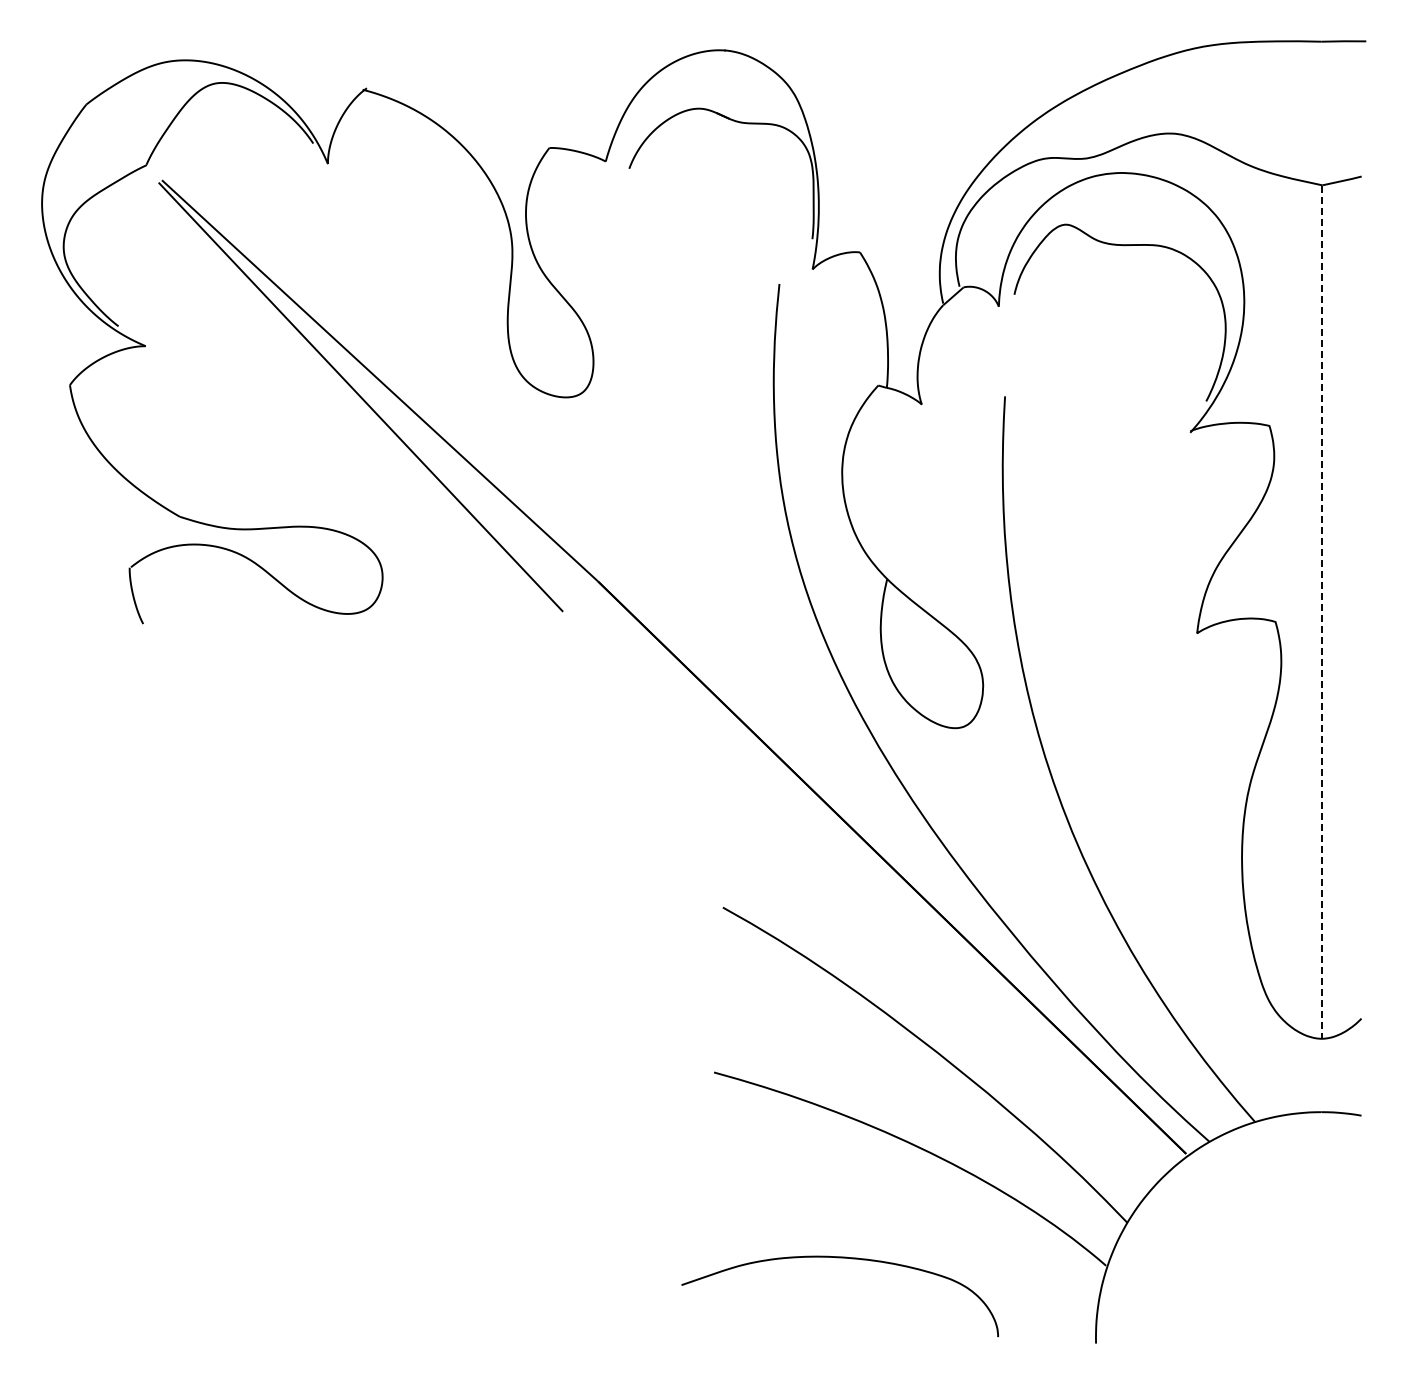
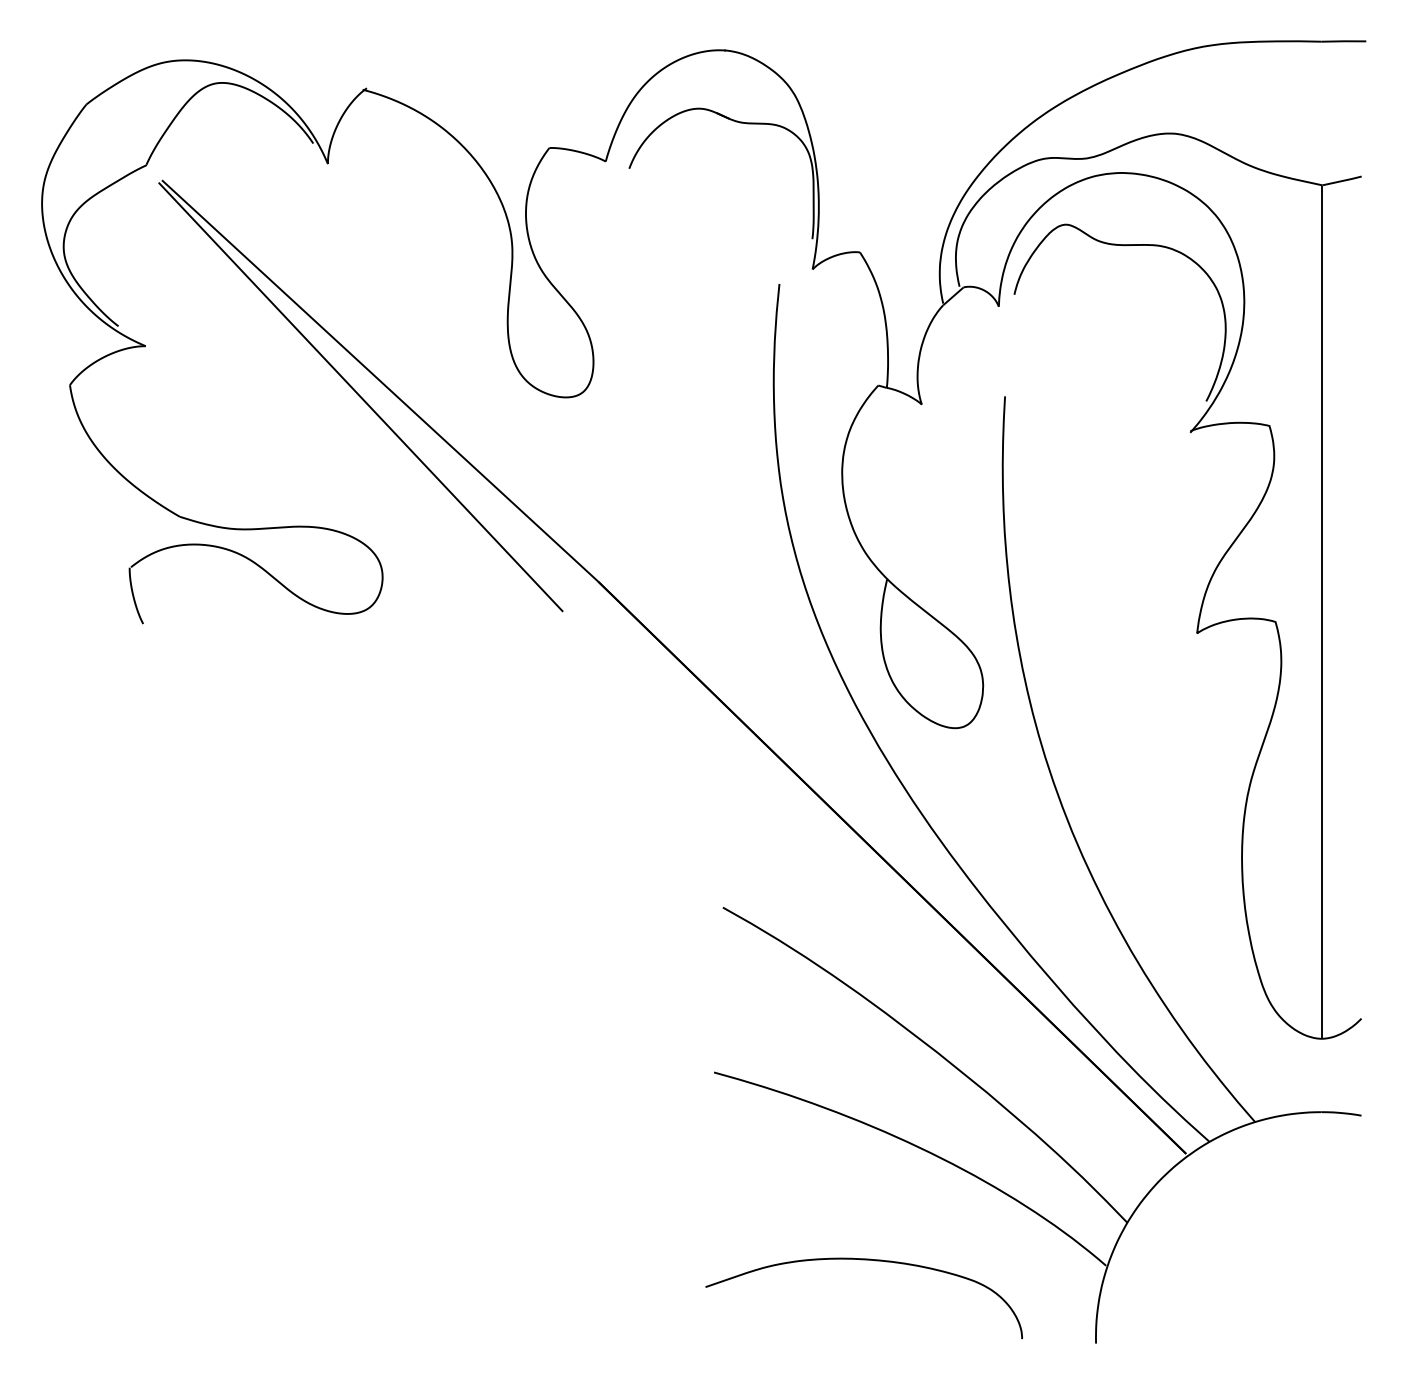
line at (1322, 612): dashed -> solid
curve at (839, 1258) position: (839, 1258) -> (863, 1260)
